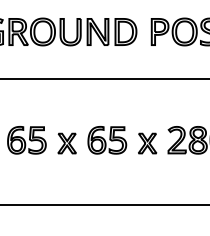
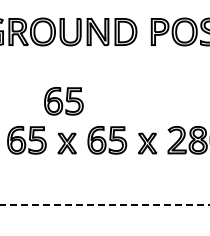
line at (104, 79): present -> none
part at (63, 101): none -> present
line at (105, 205): solid -> dashed
